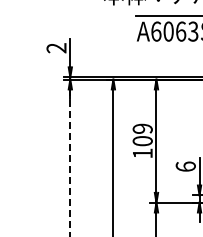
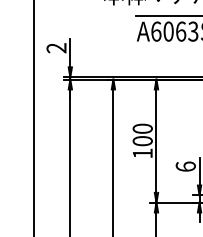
line at (34, 117): none -> present
text at (142, 128): 109 -> 100
line at (70, 163): dashed -> solid
